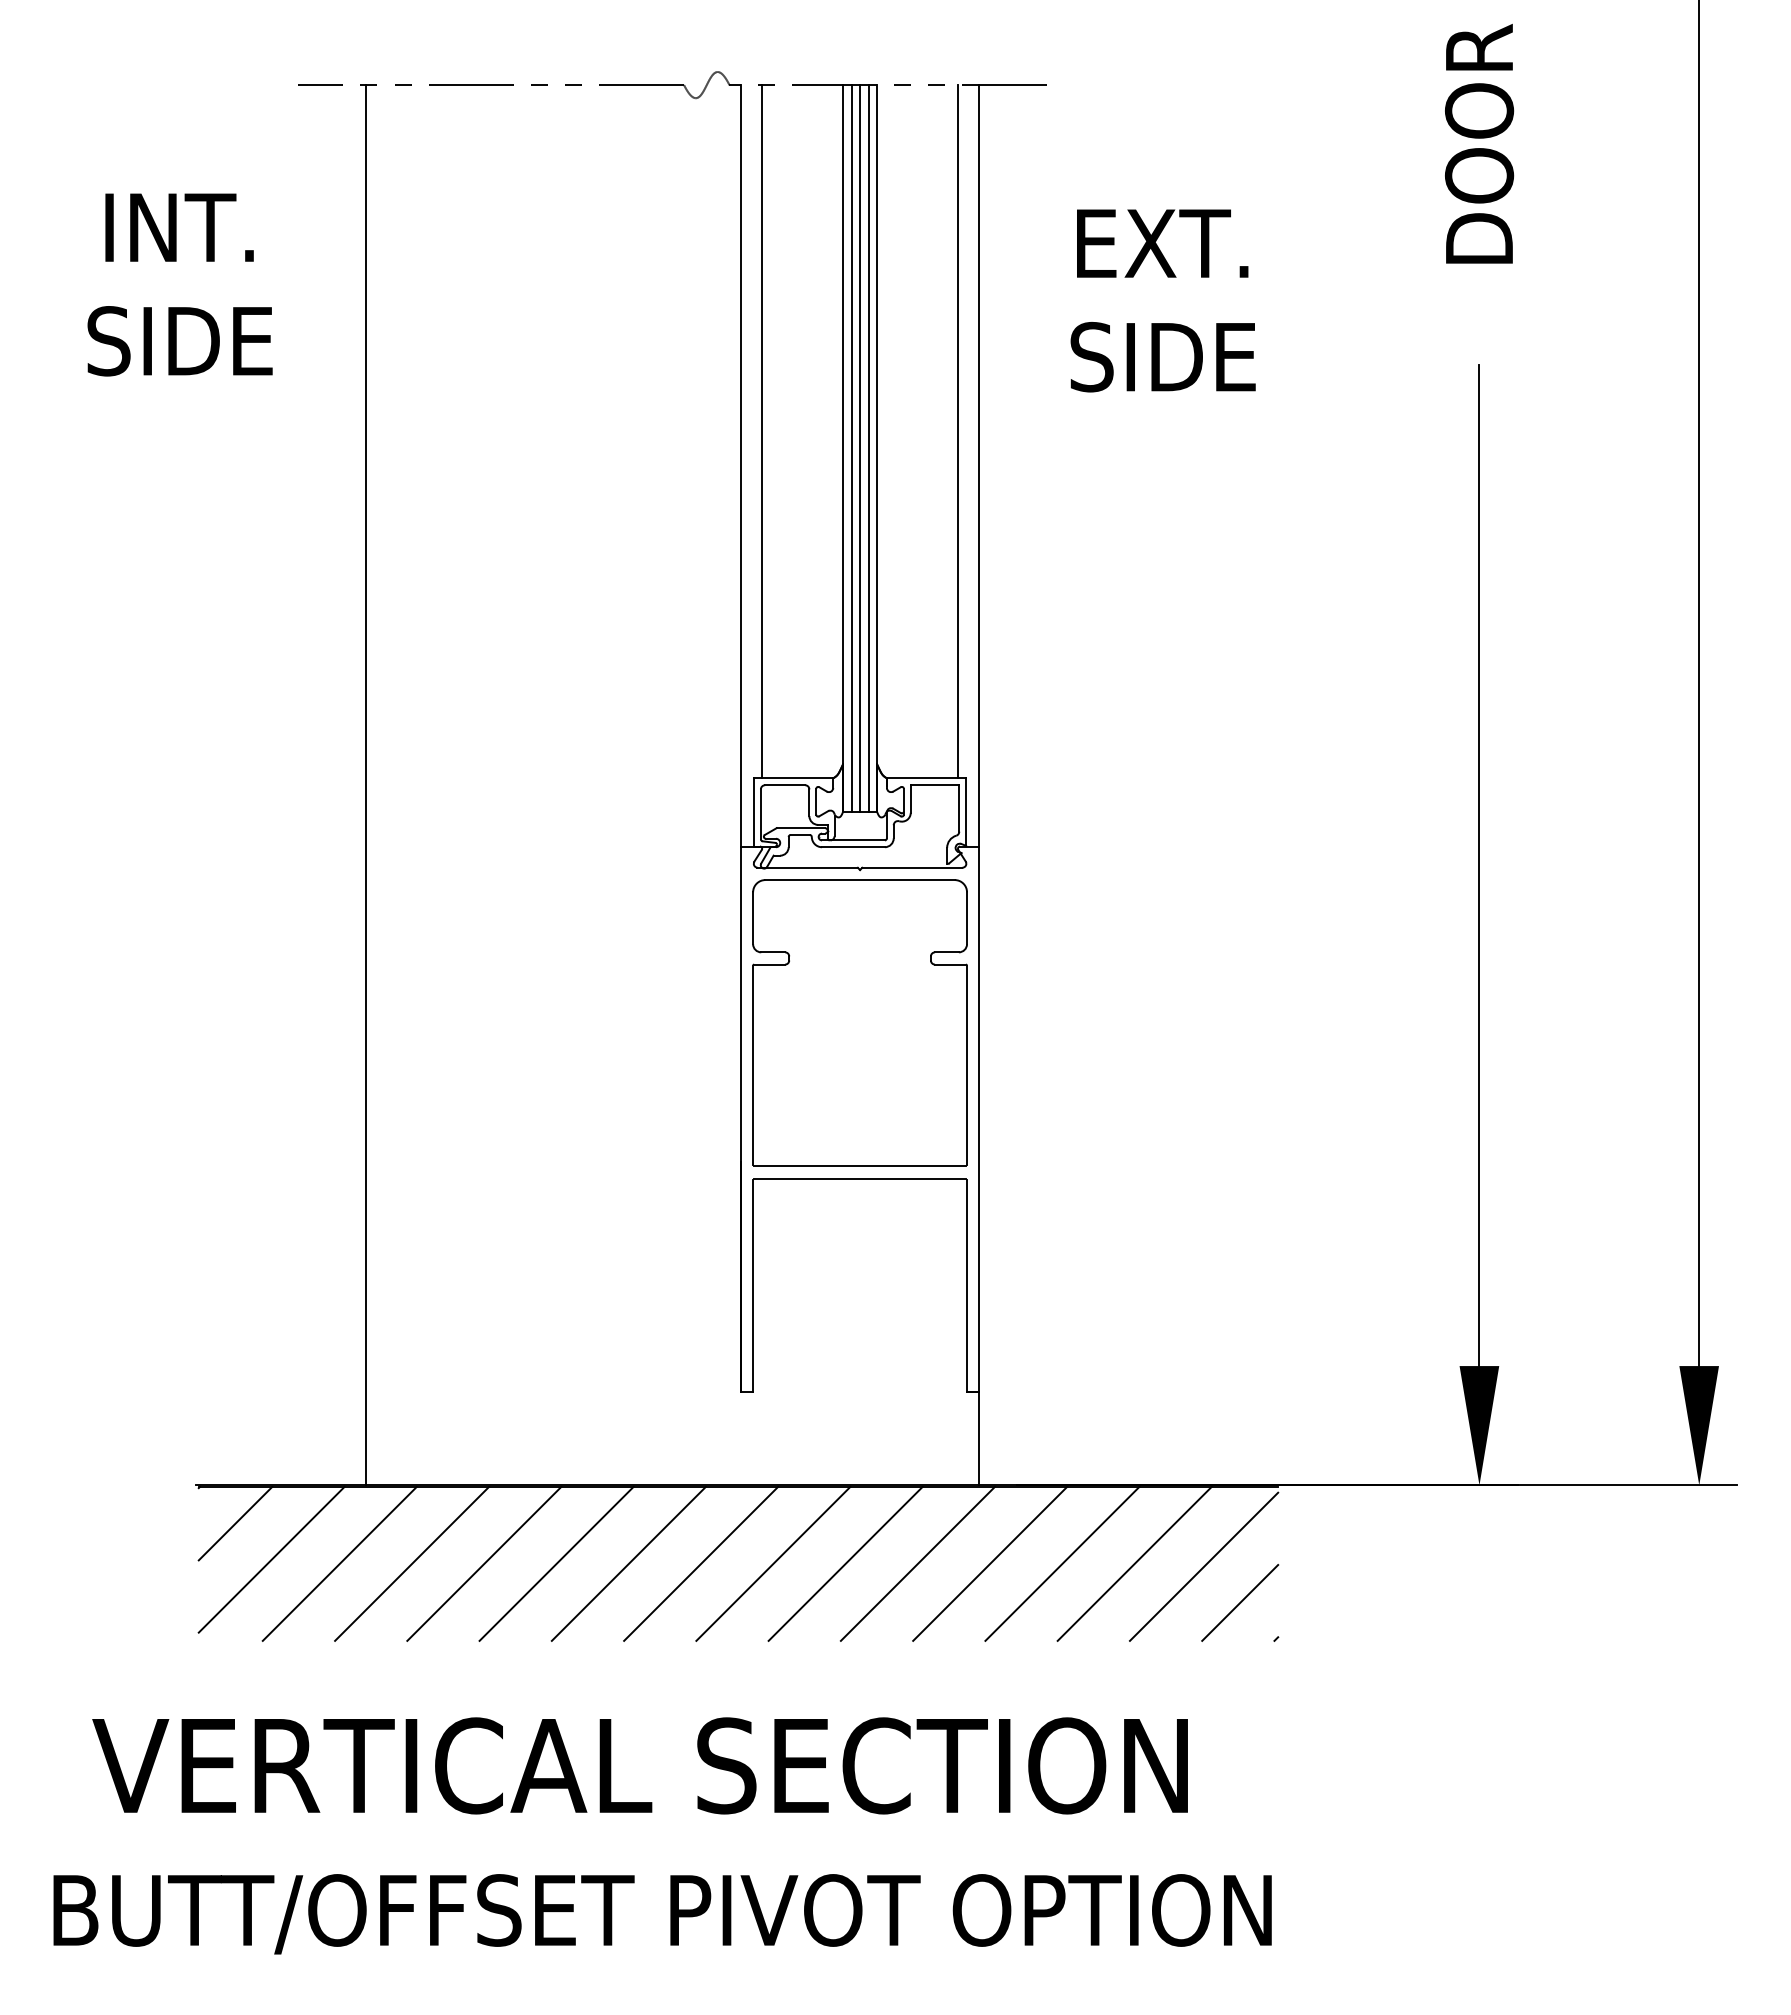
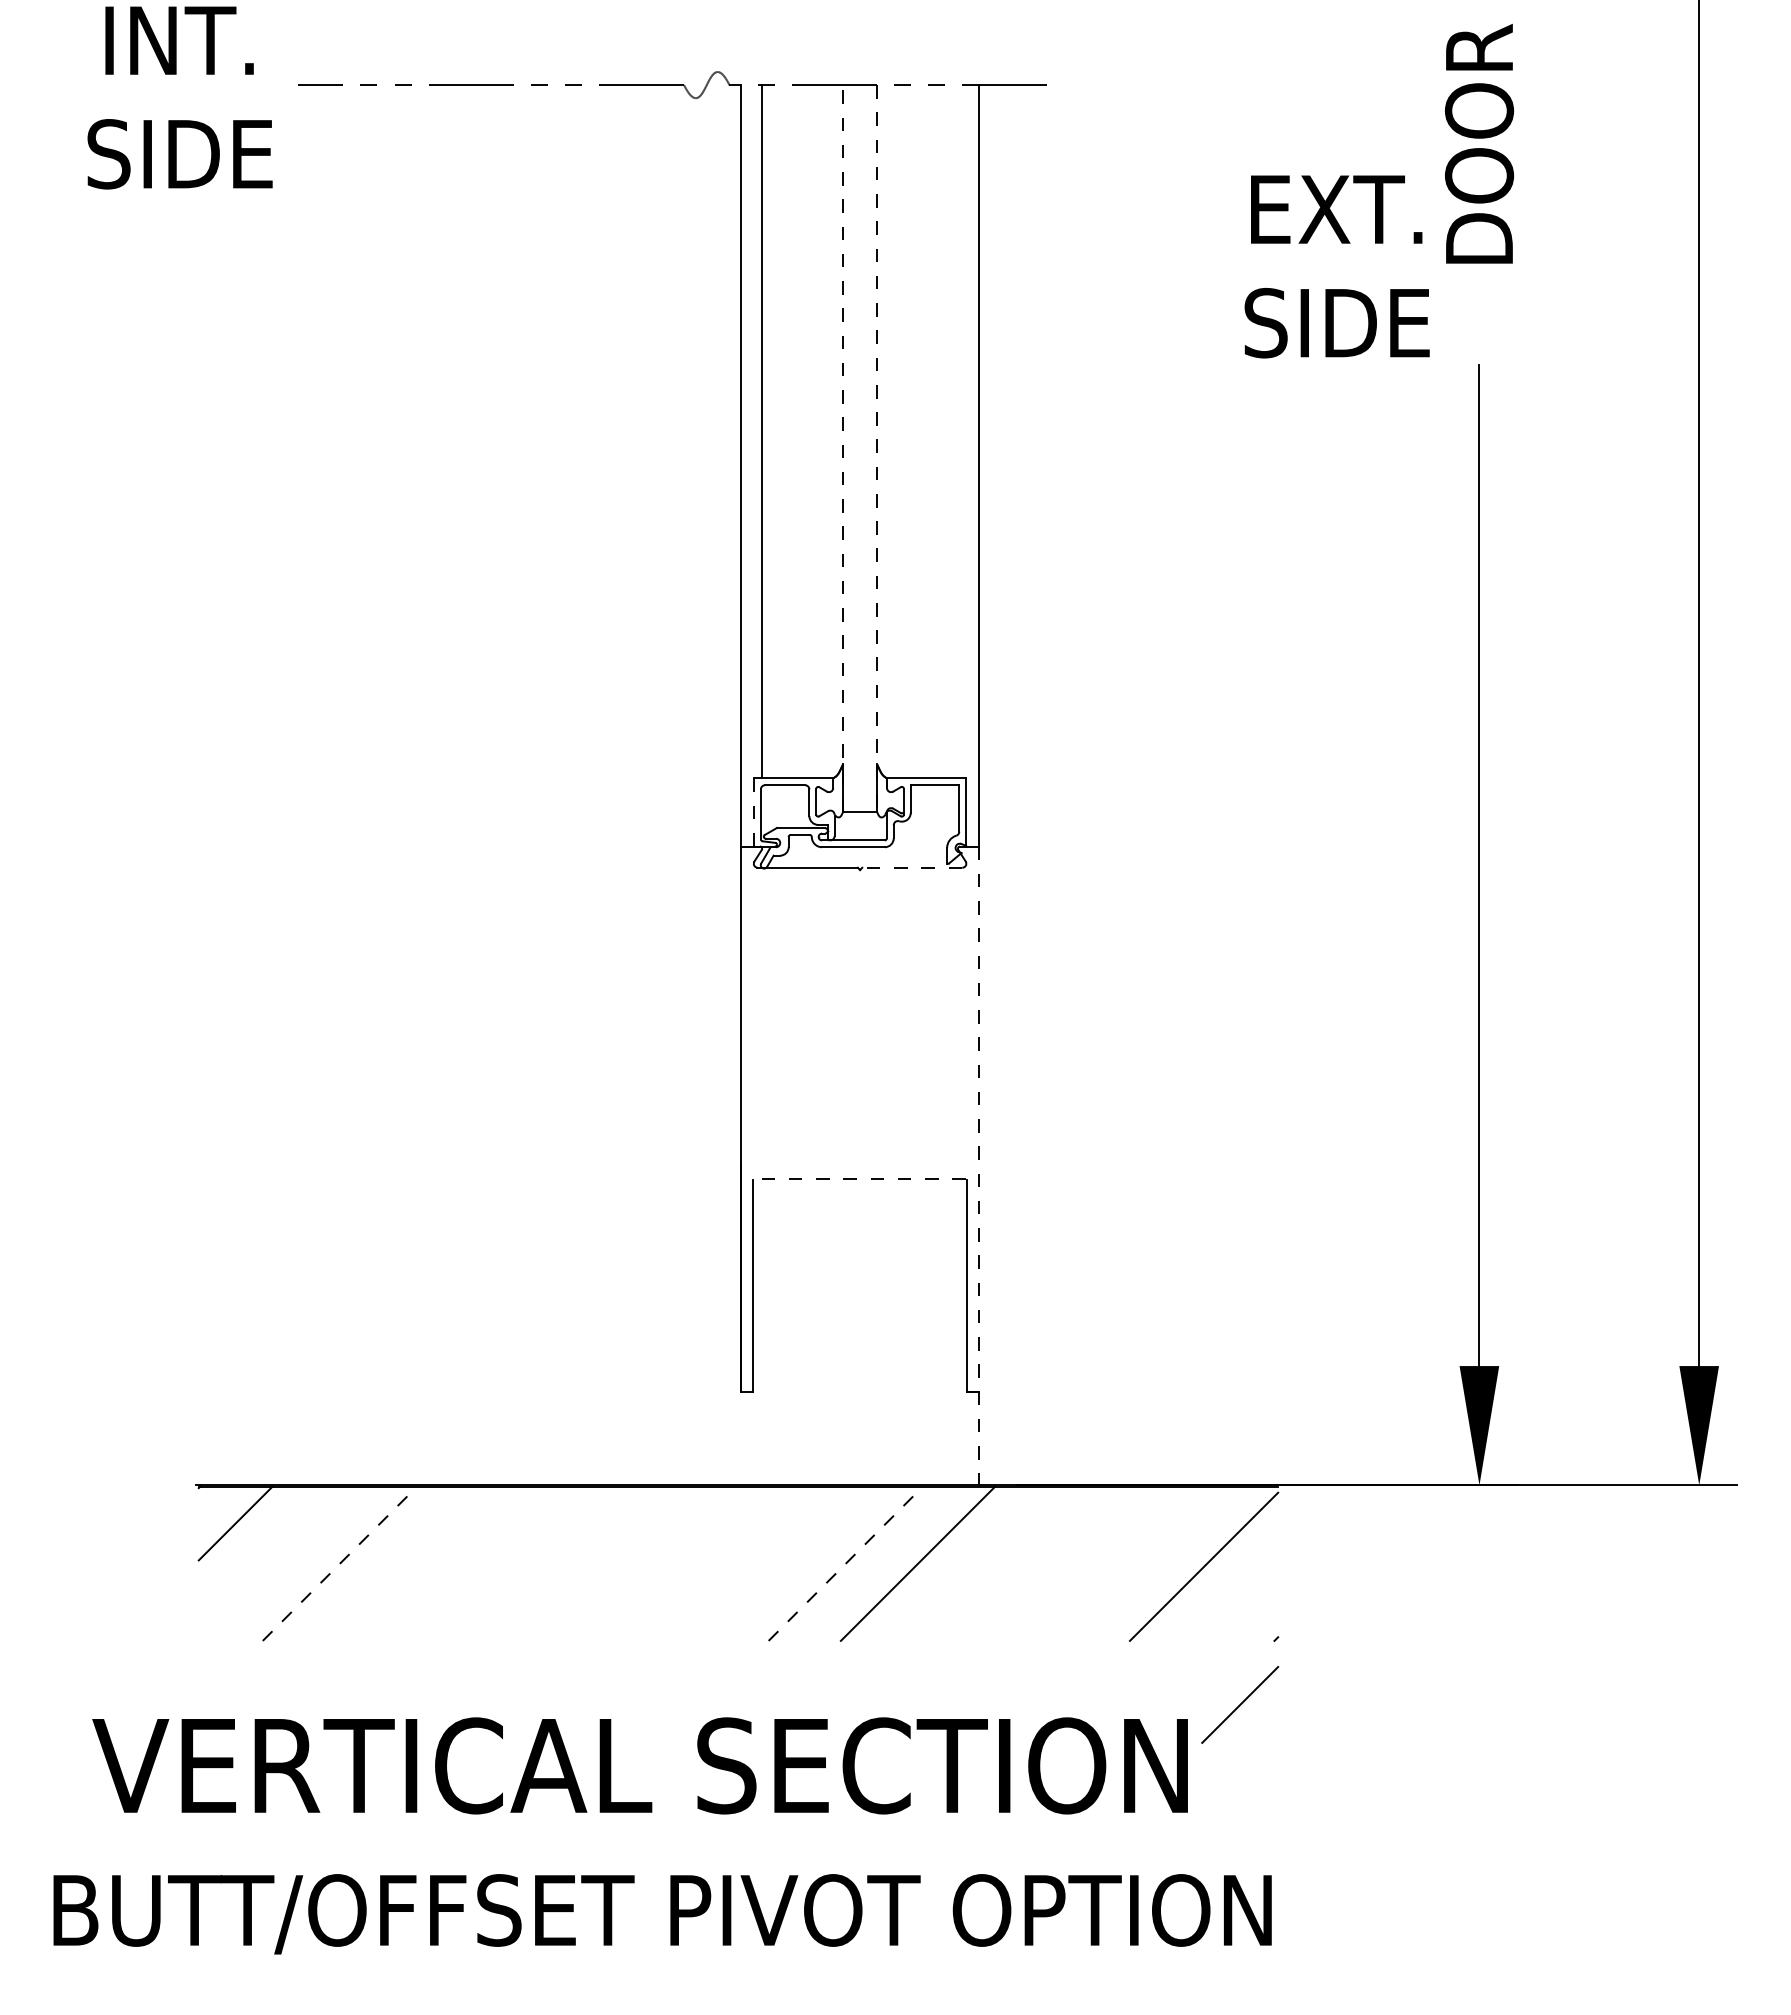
text at (179, 284) position: (179, 284) -> (179, 97)
text at (1162, 300) position: (1162, 300) -> (1336, 266)
line at (958, 431): present -> none
line at (843, 448): solid -> dashed
line at (851, 448): present -> none
line at (860, 448): present -> none
line at (868, 448): present -> none
line at (877, 448): solid -> dashed
line at (366, 785): present -> none
line at (754, 812): solid -> dashed
line at (912, 867): solid -> dashed
part at (859, 1022): present -> none
line at (979, 1166): solid -> dashed
line at (860, 1178): solid -> dashed
line at (271, 1559): present -> none
line at (339, 1563): solid -> dashed
line at (412, 1563): present -> none
line at (484, 1563): present -> none
line at (556, 1563): present -> none
line at (628, 1563): present -> none
line at (701, 1563): present -> none
line at (773, 1563): present -> none
line at (845, 1563): solid -> dashed
line at (990, 1563): present -> none
line at (1062, 1563): present -> none
line at (1134, 1563): present -> none
line at (1240, 1602) position: (1240, 1602) -> (1240, 1704)
